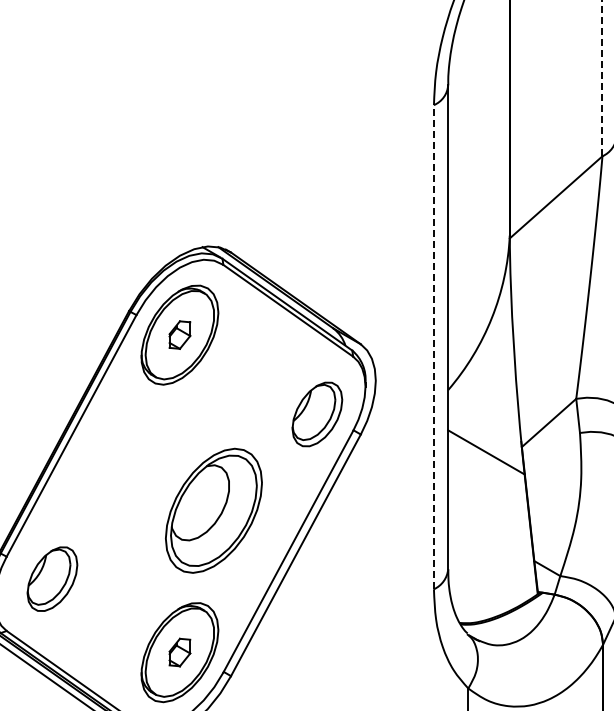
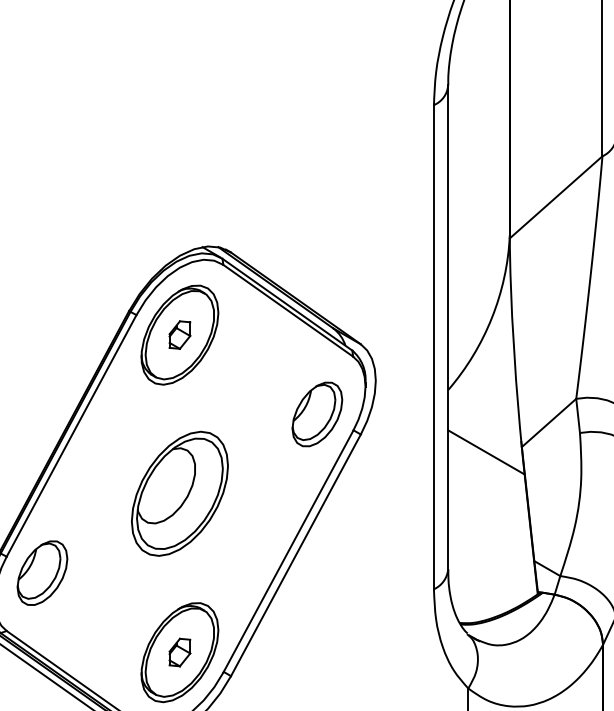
line at (602, 78): dashed -> solid
line at (433, 346): dashed -> solid
part at (213, 510) position: (213, 510) -> (179, 493)
part at (52, 578) position: (52, 578) -> (42, 572)
